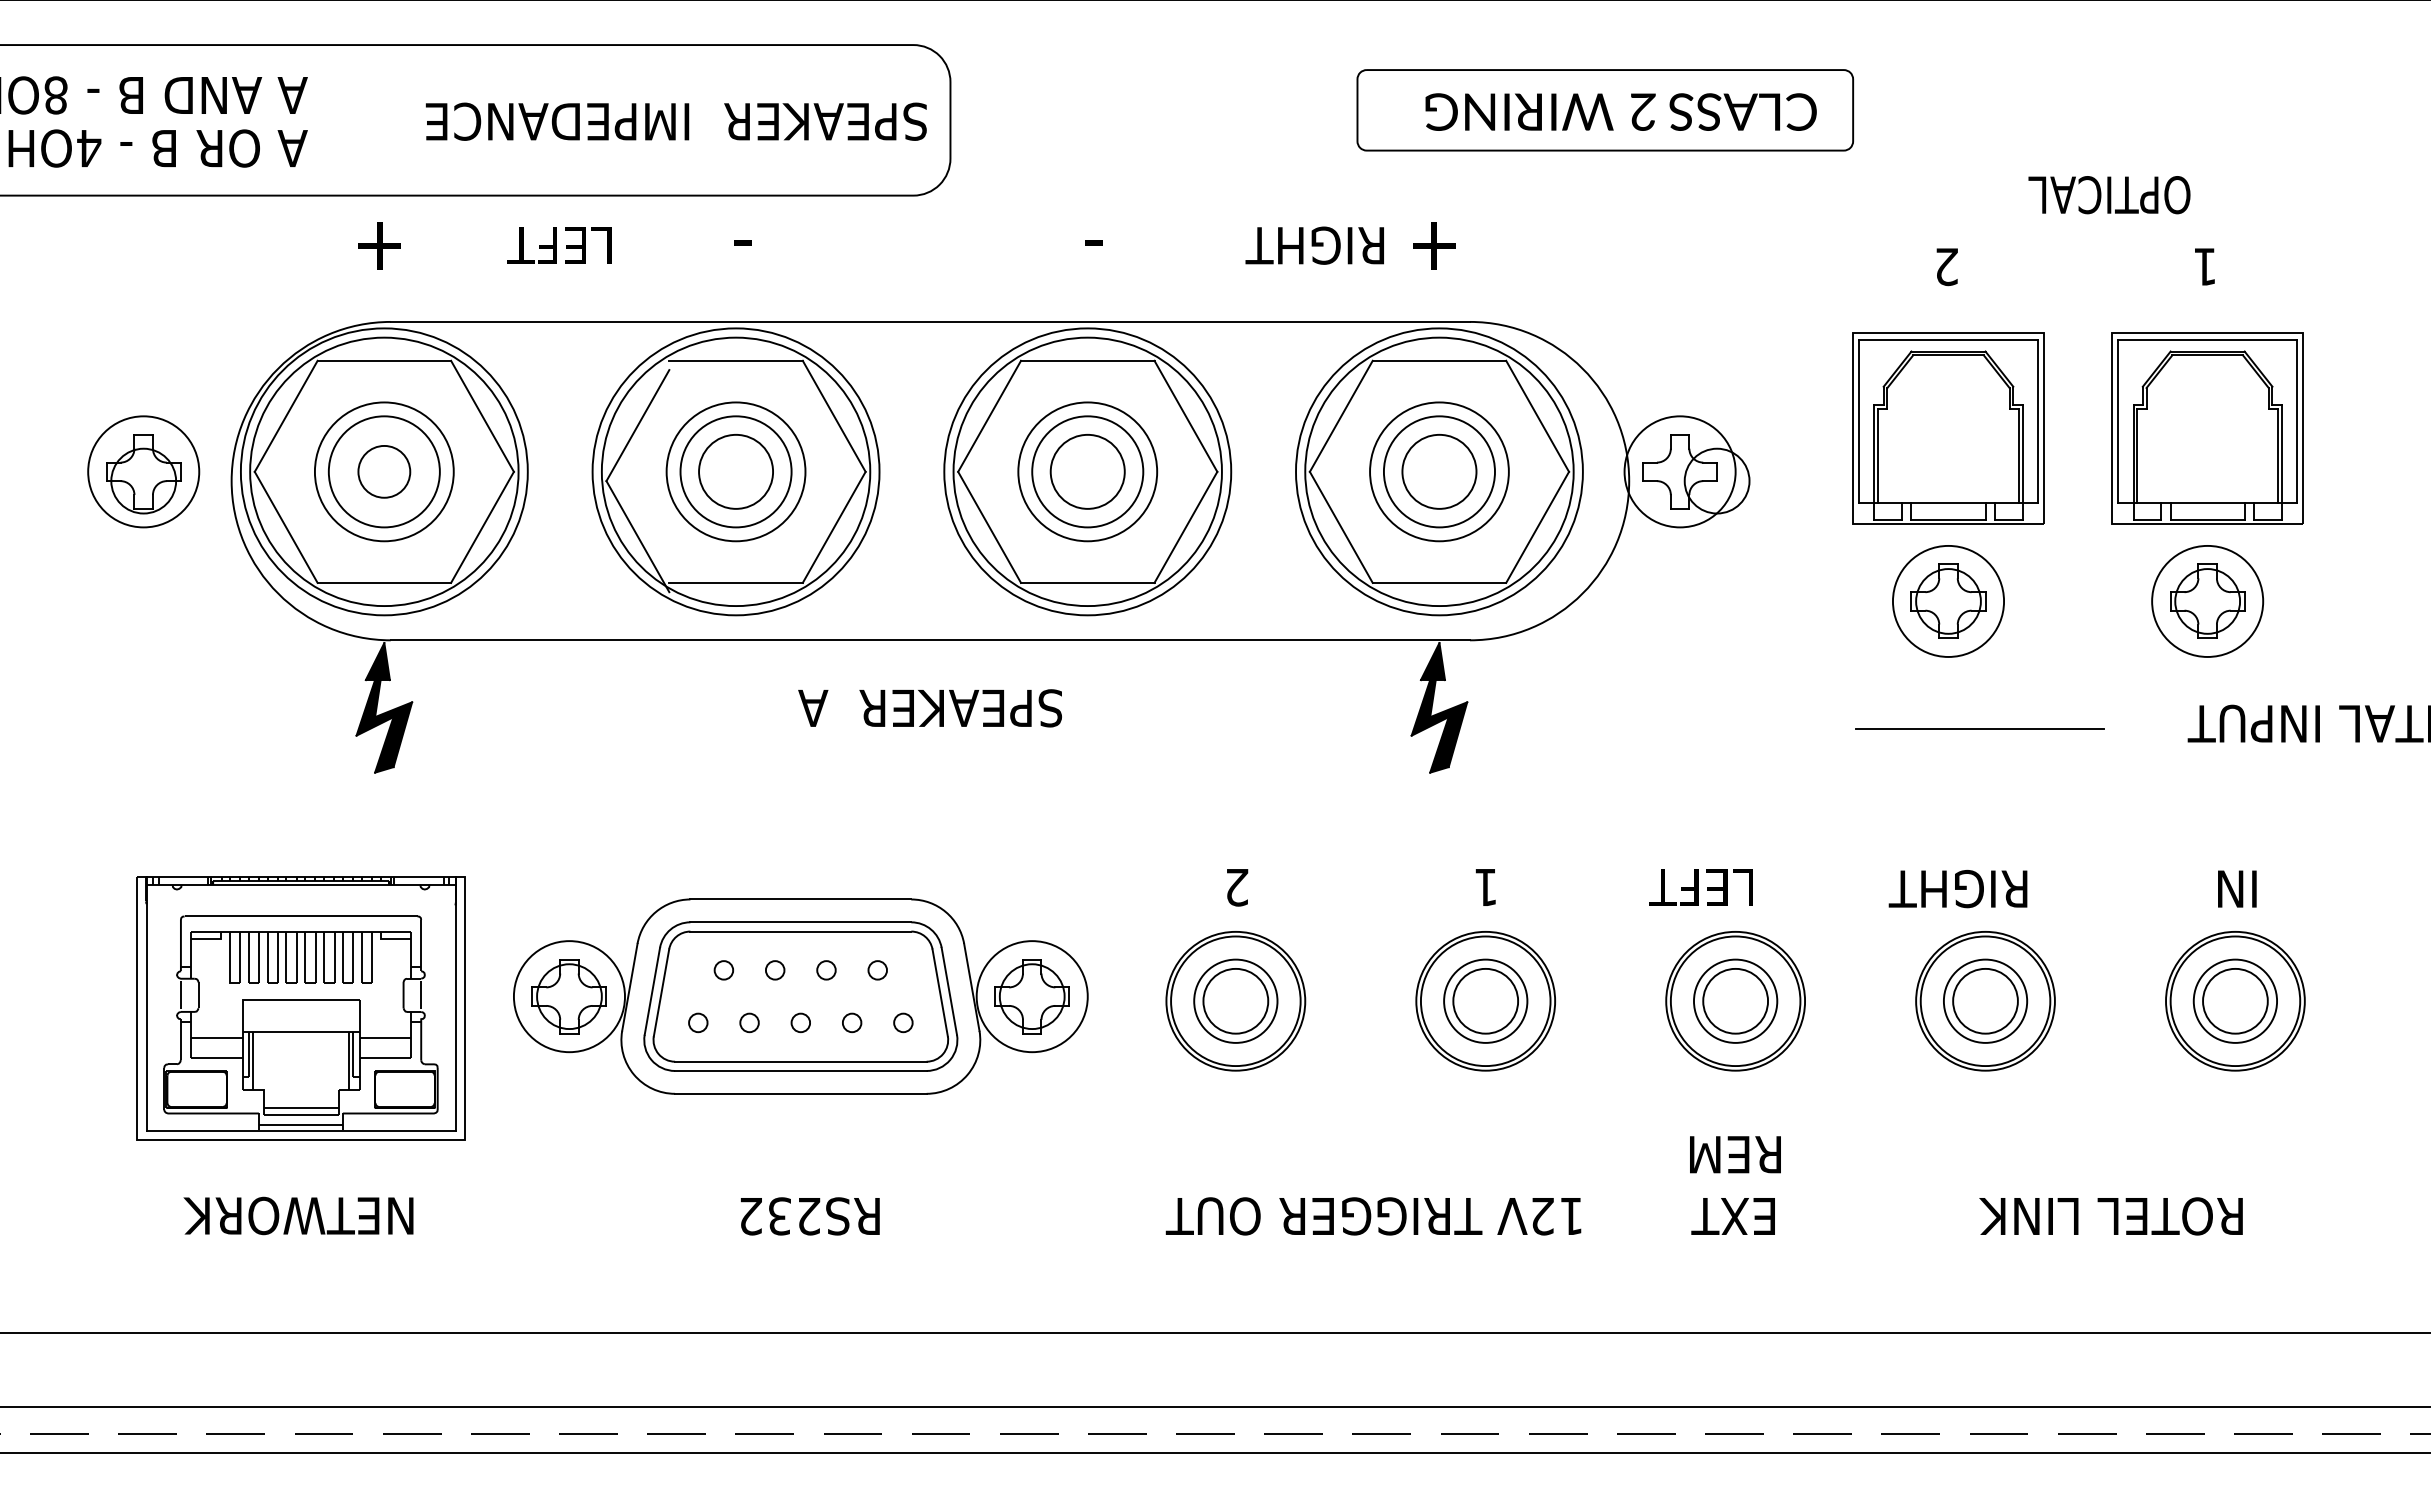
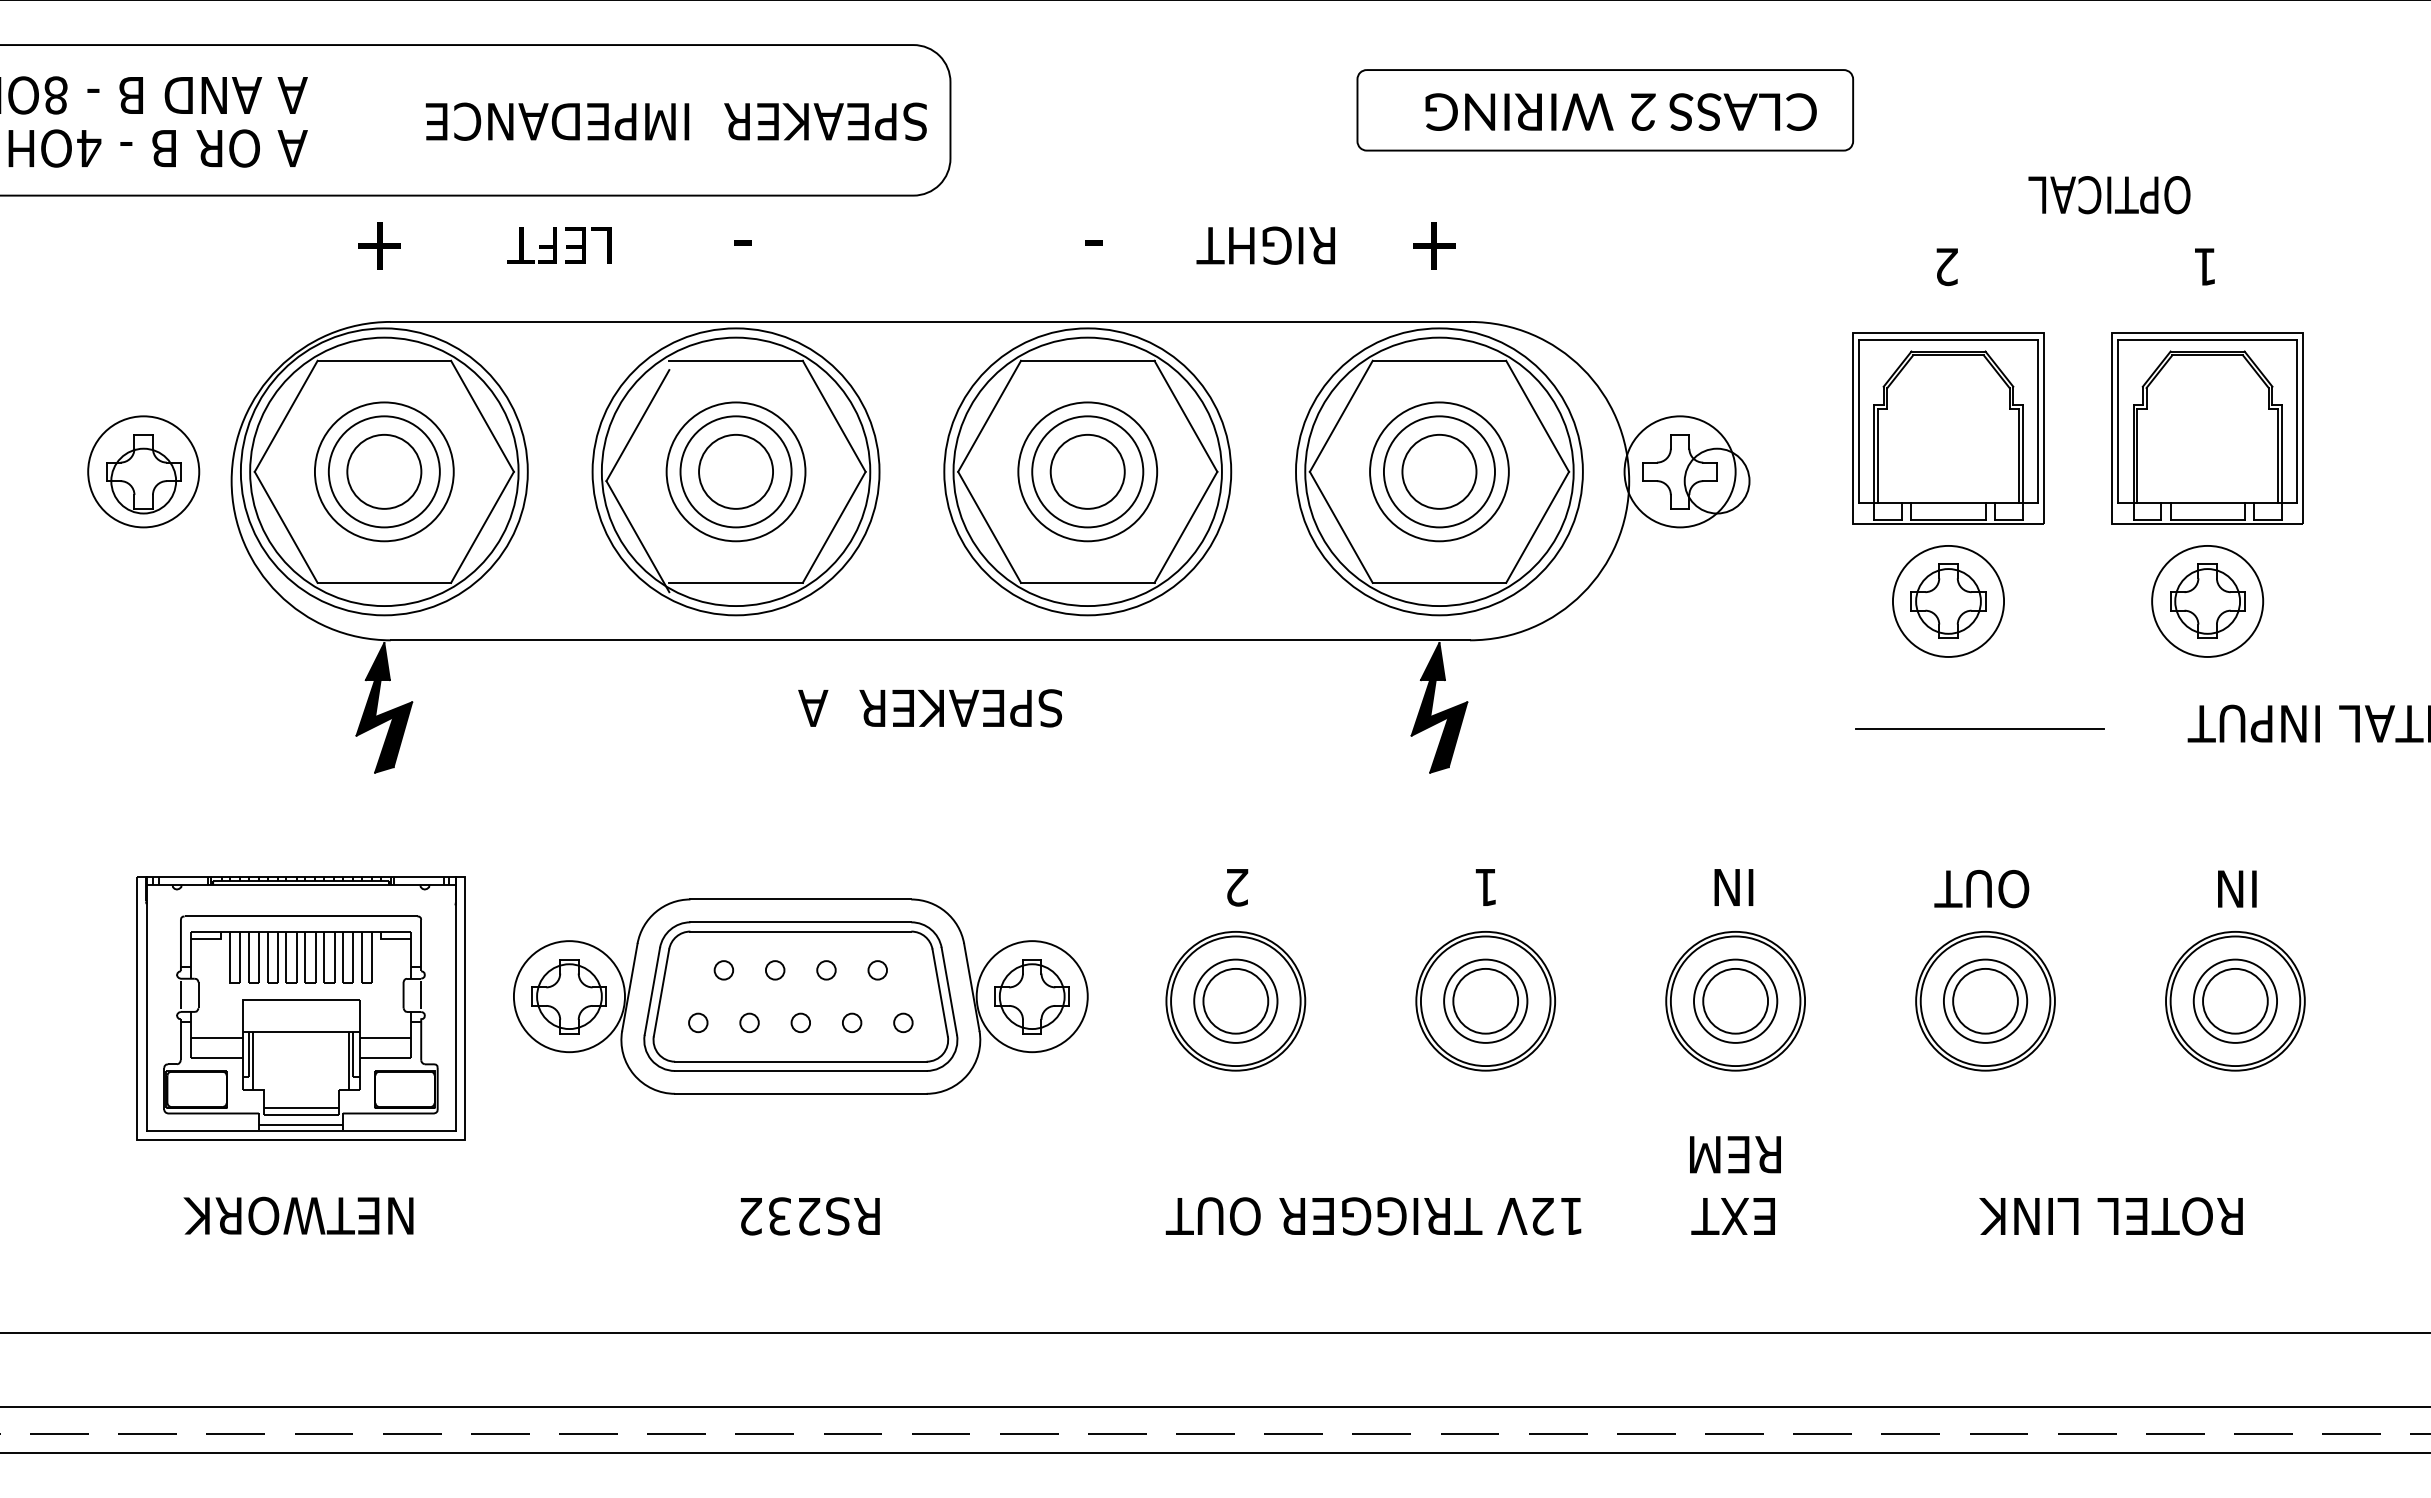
text at (1314, 245) position: (1314, 245) -> (1265, 245)
circle at (384, 471) diameter: 52 px -> 74 px
text at (1701, 887): LEFT -> IN
text at (1958, 888): RIGHT -> OUT
